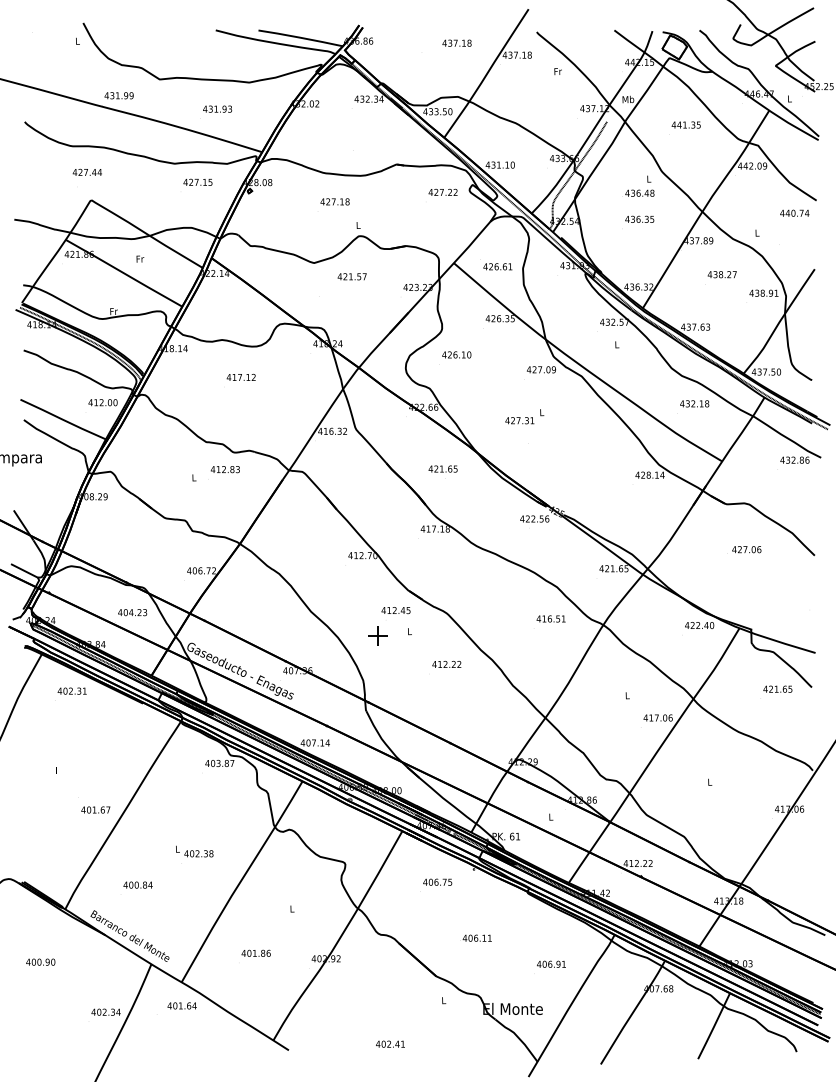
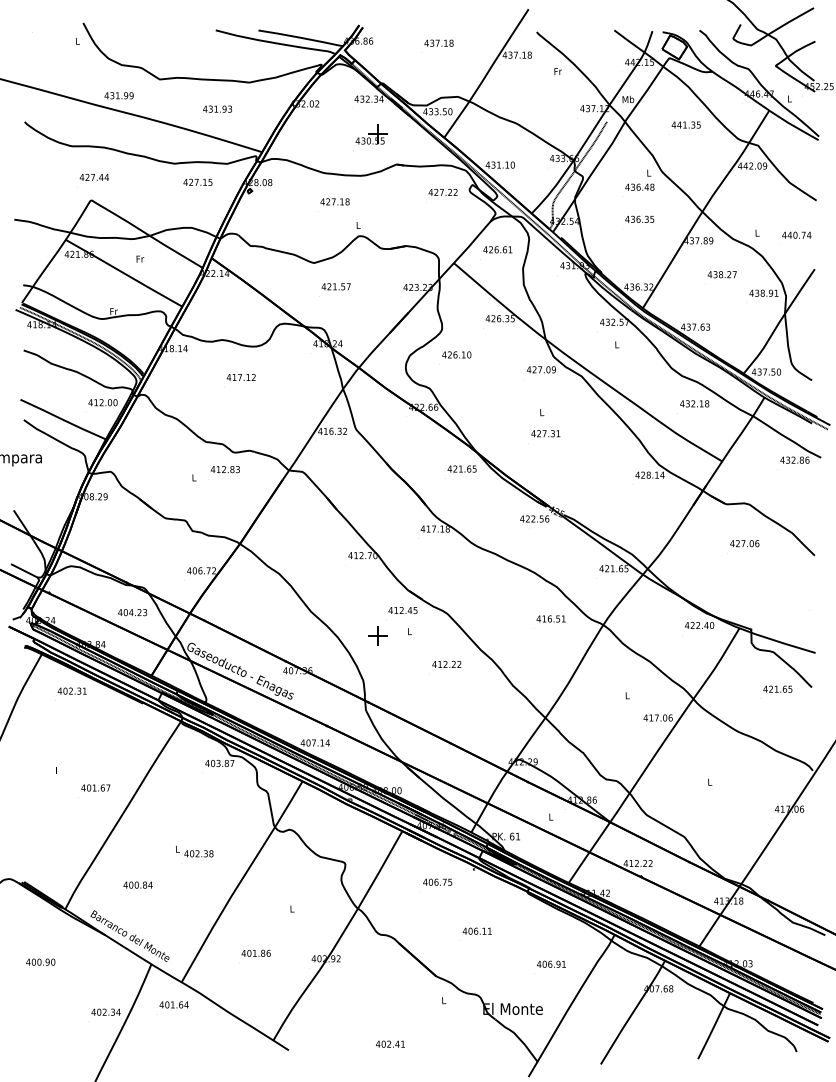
text at (456, 42) position: (456, 42) -> (438, 42)
part at (371, 134): none -> present
text at (86, 171) position: (86, 171) -> (93, 176)
text at (639, 185) position: (639, 185) -> (639, 179)
text at (794, 212) position: (794, 212) -> (796, 234)
text at (497, 266) position: (497, 266) -> (497, 249)
text at (351, 276) position: (351, 276) -> (335, 286)
text at (519, 420) position: (519, 420) -> (545, 433)
text at (442, 468) position: (442, 468) -> (461, 468)
text at (746, 549) position: (746, 549) -> (744, 543)
text at (395, 610) position: (395, 610) -> (402, 610)
text at (95, 809) position: (95, 809) -> (95, 787)
text at (476, 937) position: (476, 937) -> (476, 930)
text at (181, 1005) position: (181, 1005) -> (173, 1004)
